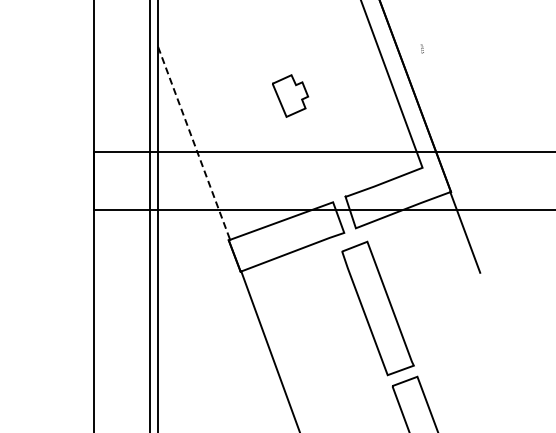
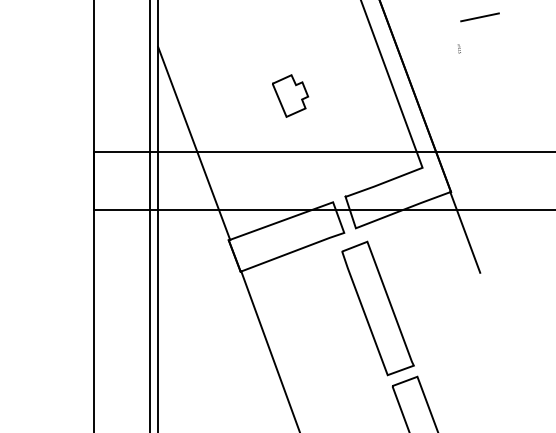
line at (479, 17): none -> present
text at (421, 48) position: (421, 48) -> (458, 48)
line at (194, 143): dashed -> solid
